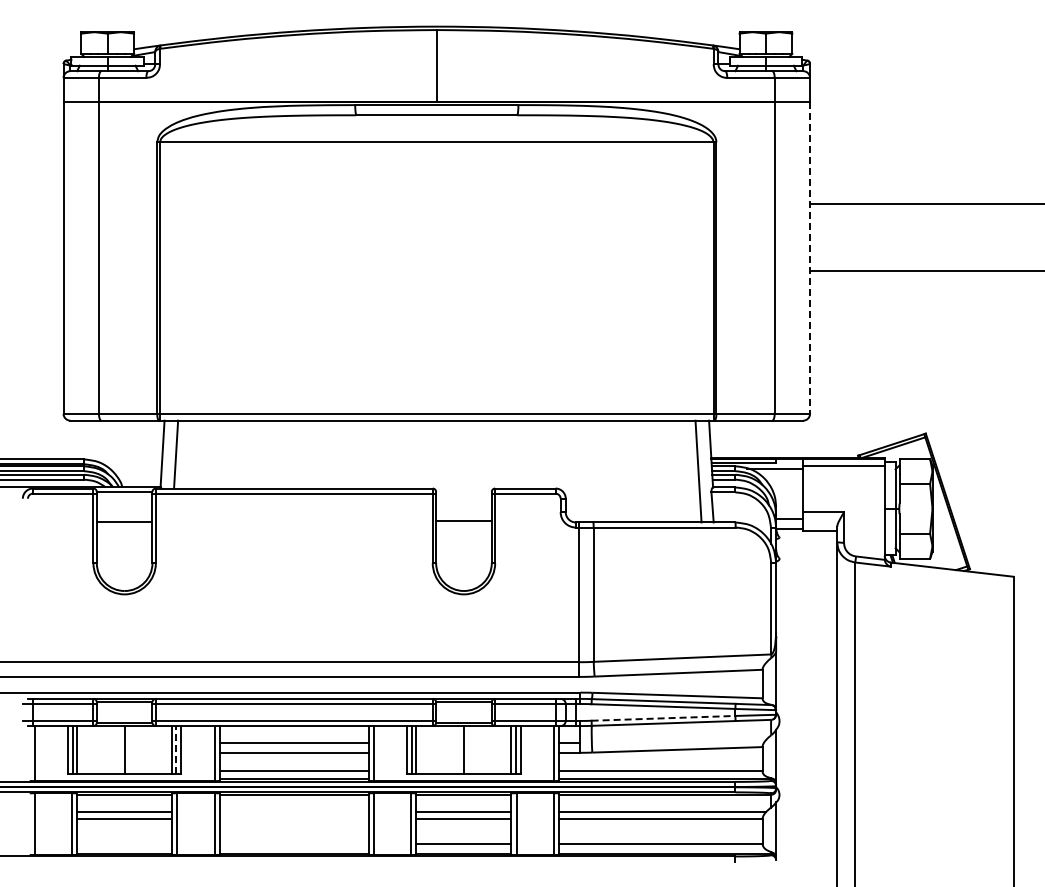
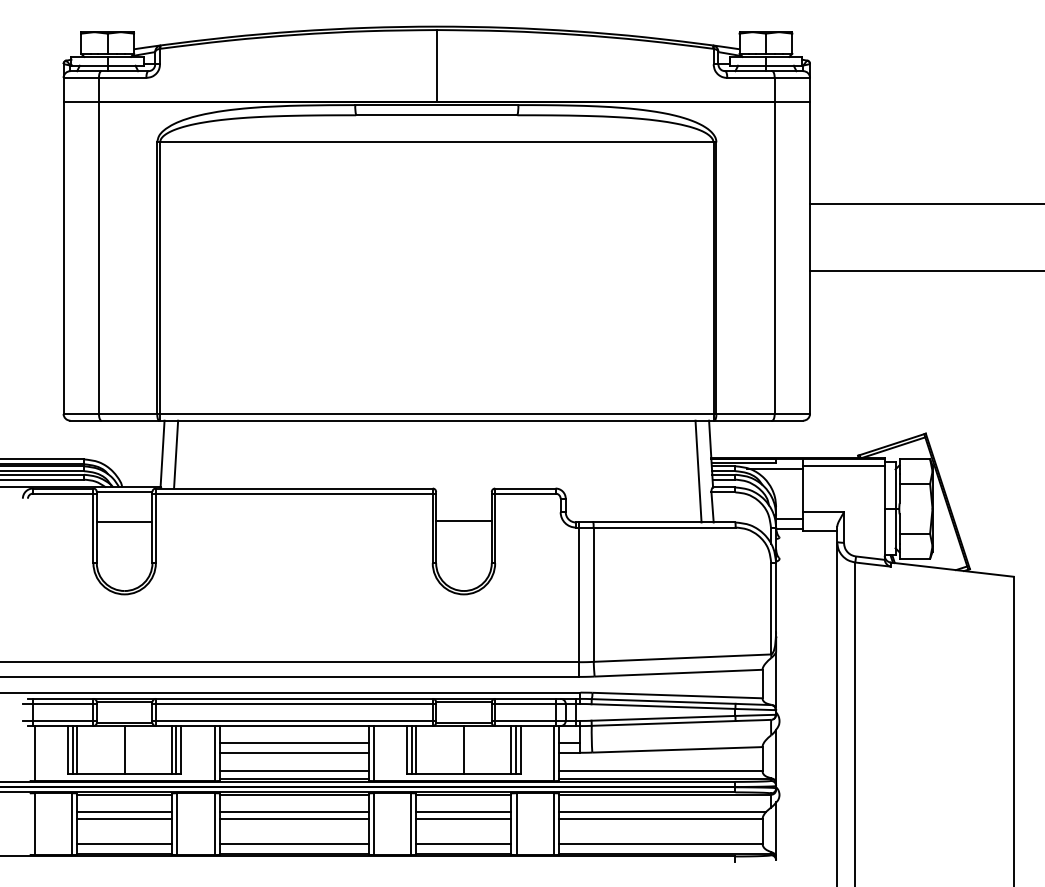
line at (810, 258): dashed -> solid
line at (663, 718): dashed -> solid
line at (176, 749): dashed -> solid
line at (293, 811): none -> present
line at (293, 819): none -> present
line at (124, 843): none -> present
line at (293, 843): none -> present
